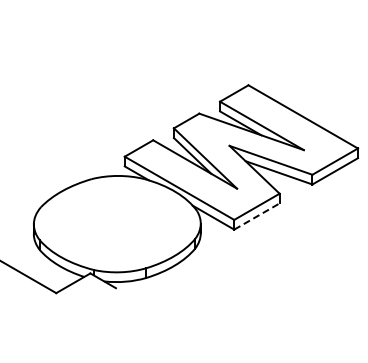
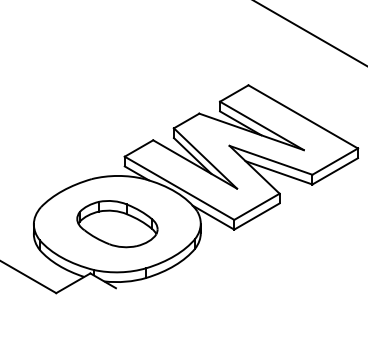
line at (310, 33): none -> present
line at (257, 216): dashed -> solid
part at (117, 224): none -> present
